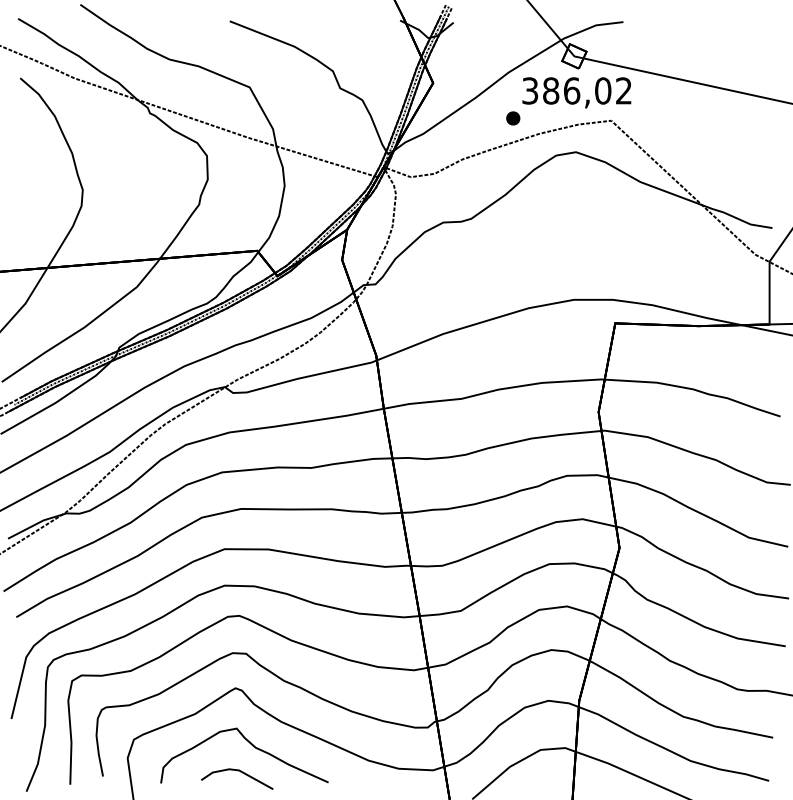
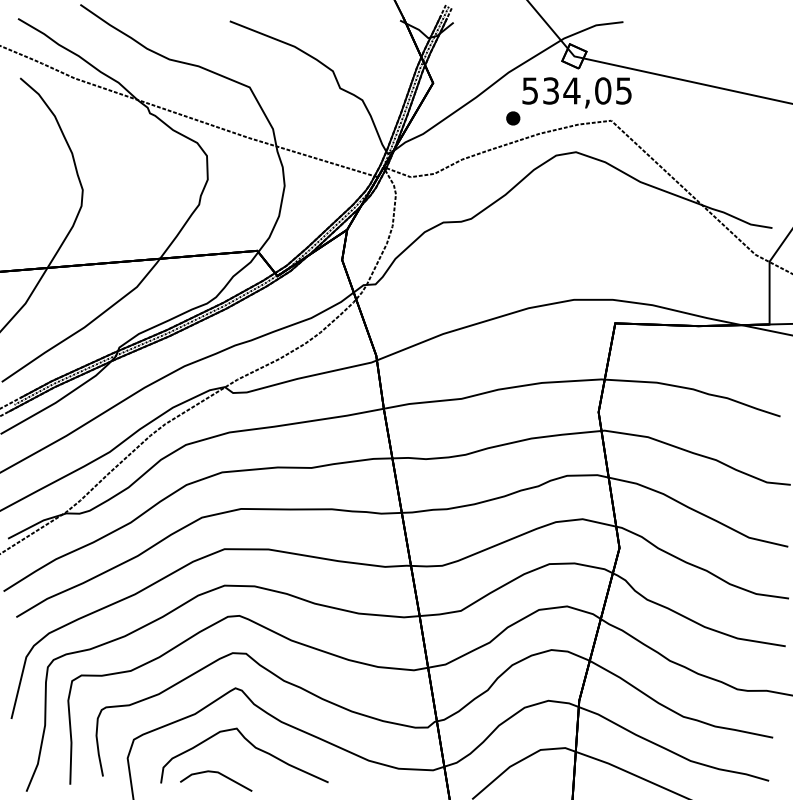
text at (577, 90): 386,02 -> 534,05
part at (240, 772) position: (240, 772) -> (219, 774)
